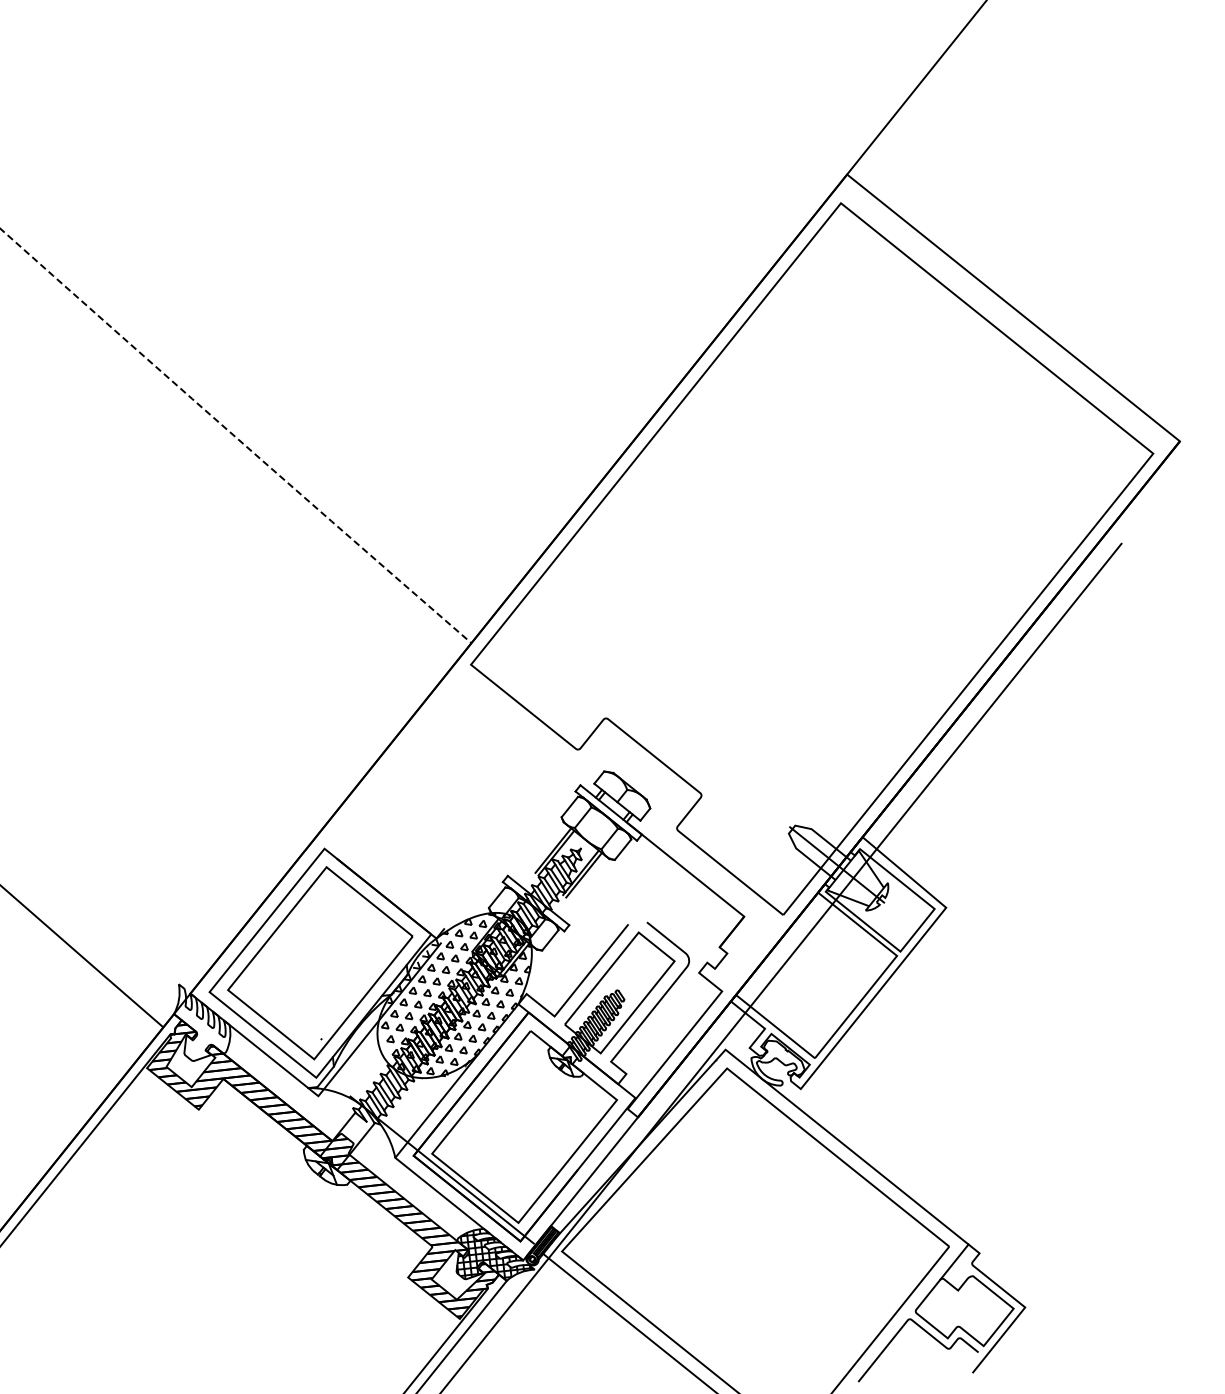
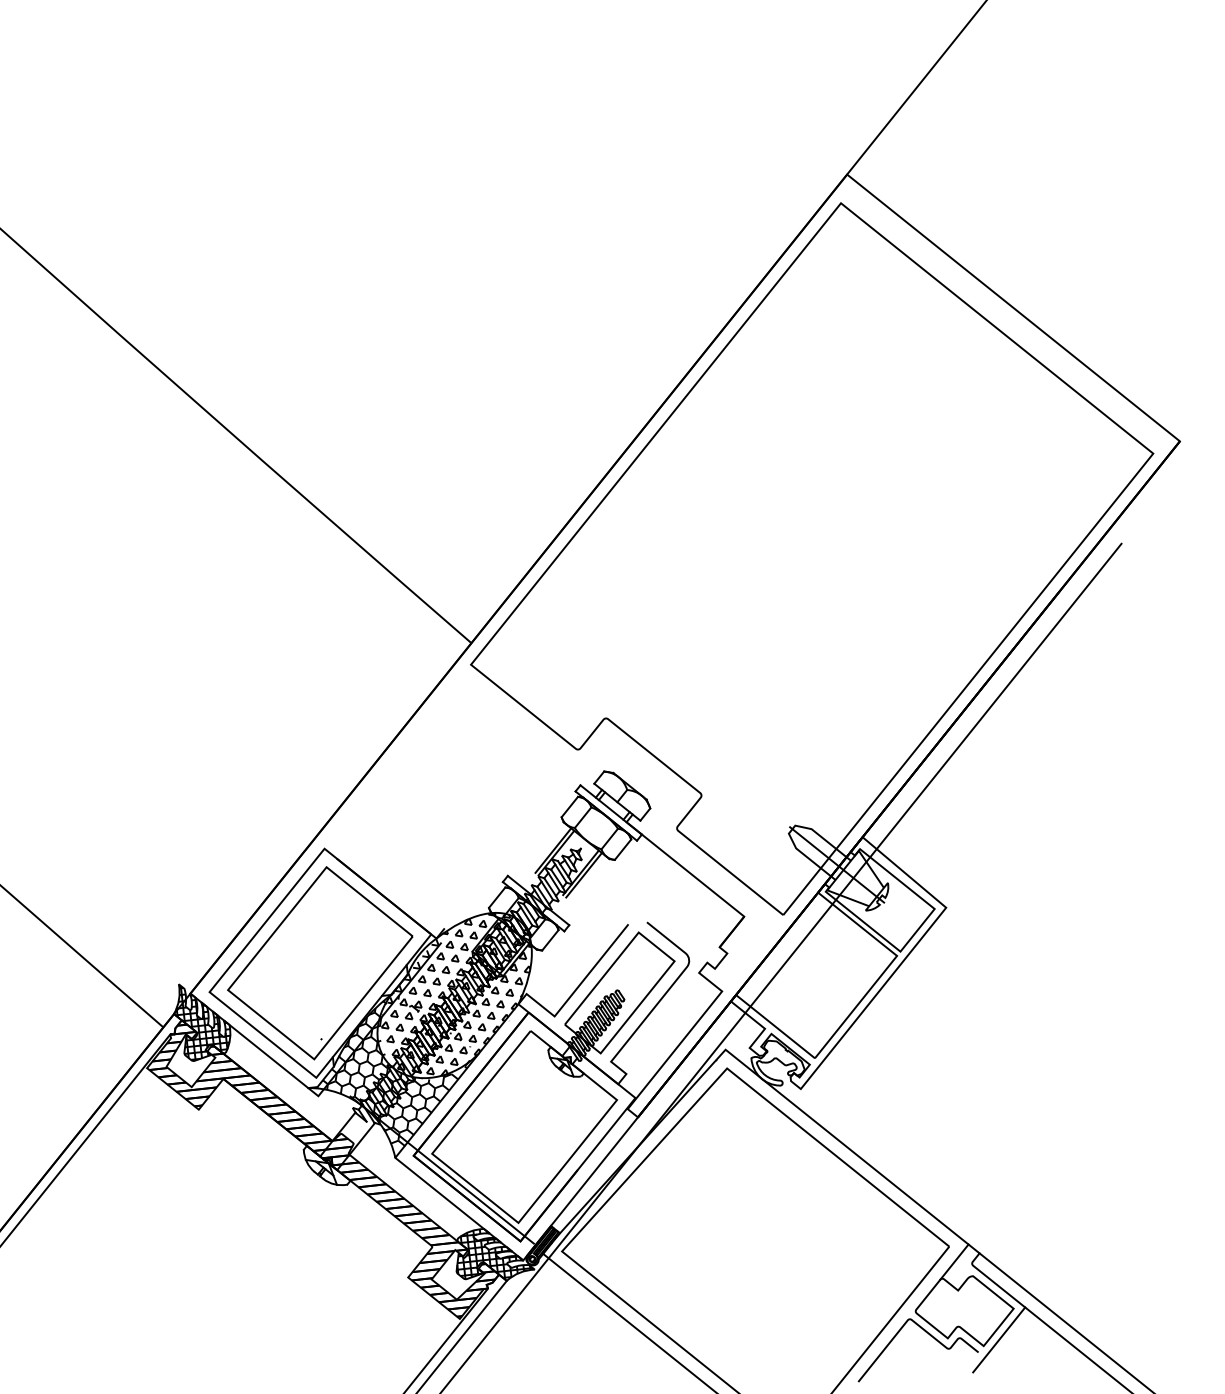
arc at (234, 436): dashed -> solid
hatch at (202, 1022): none -> present
hatch at (394, 1076): none -> present
line at (1065, 1321): none -> present
line at (1077, 1348): none -> present
